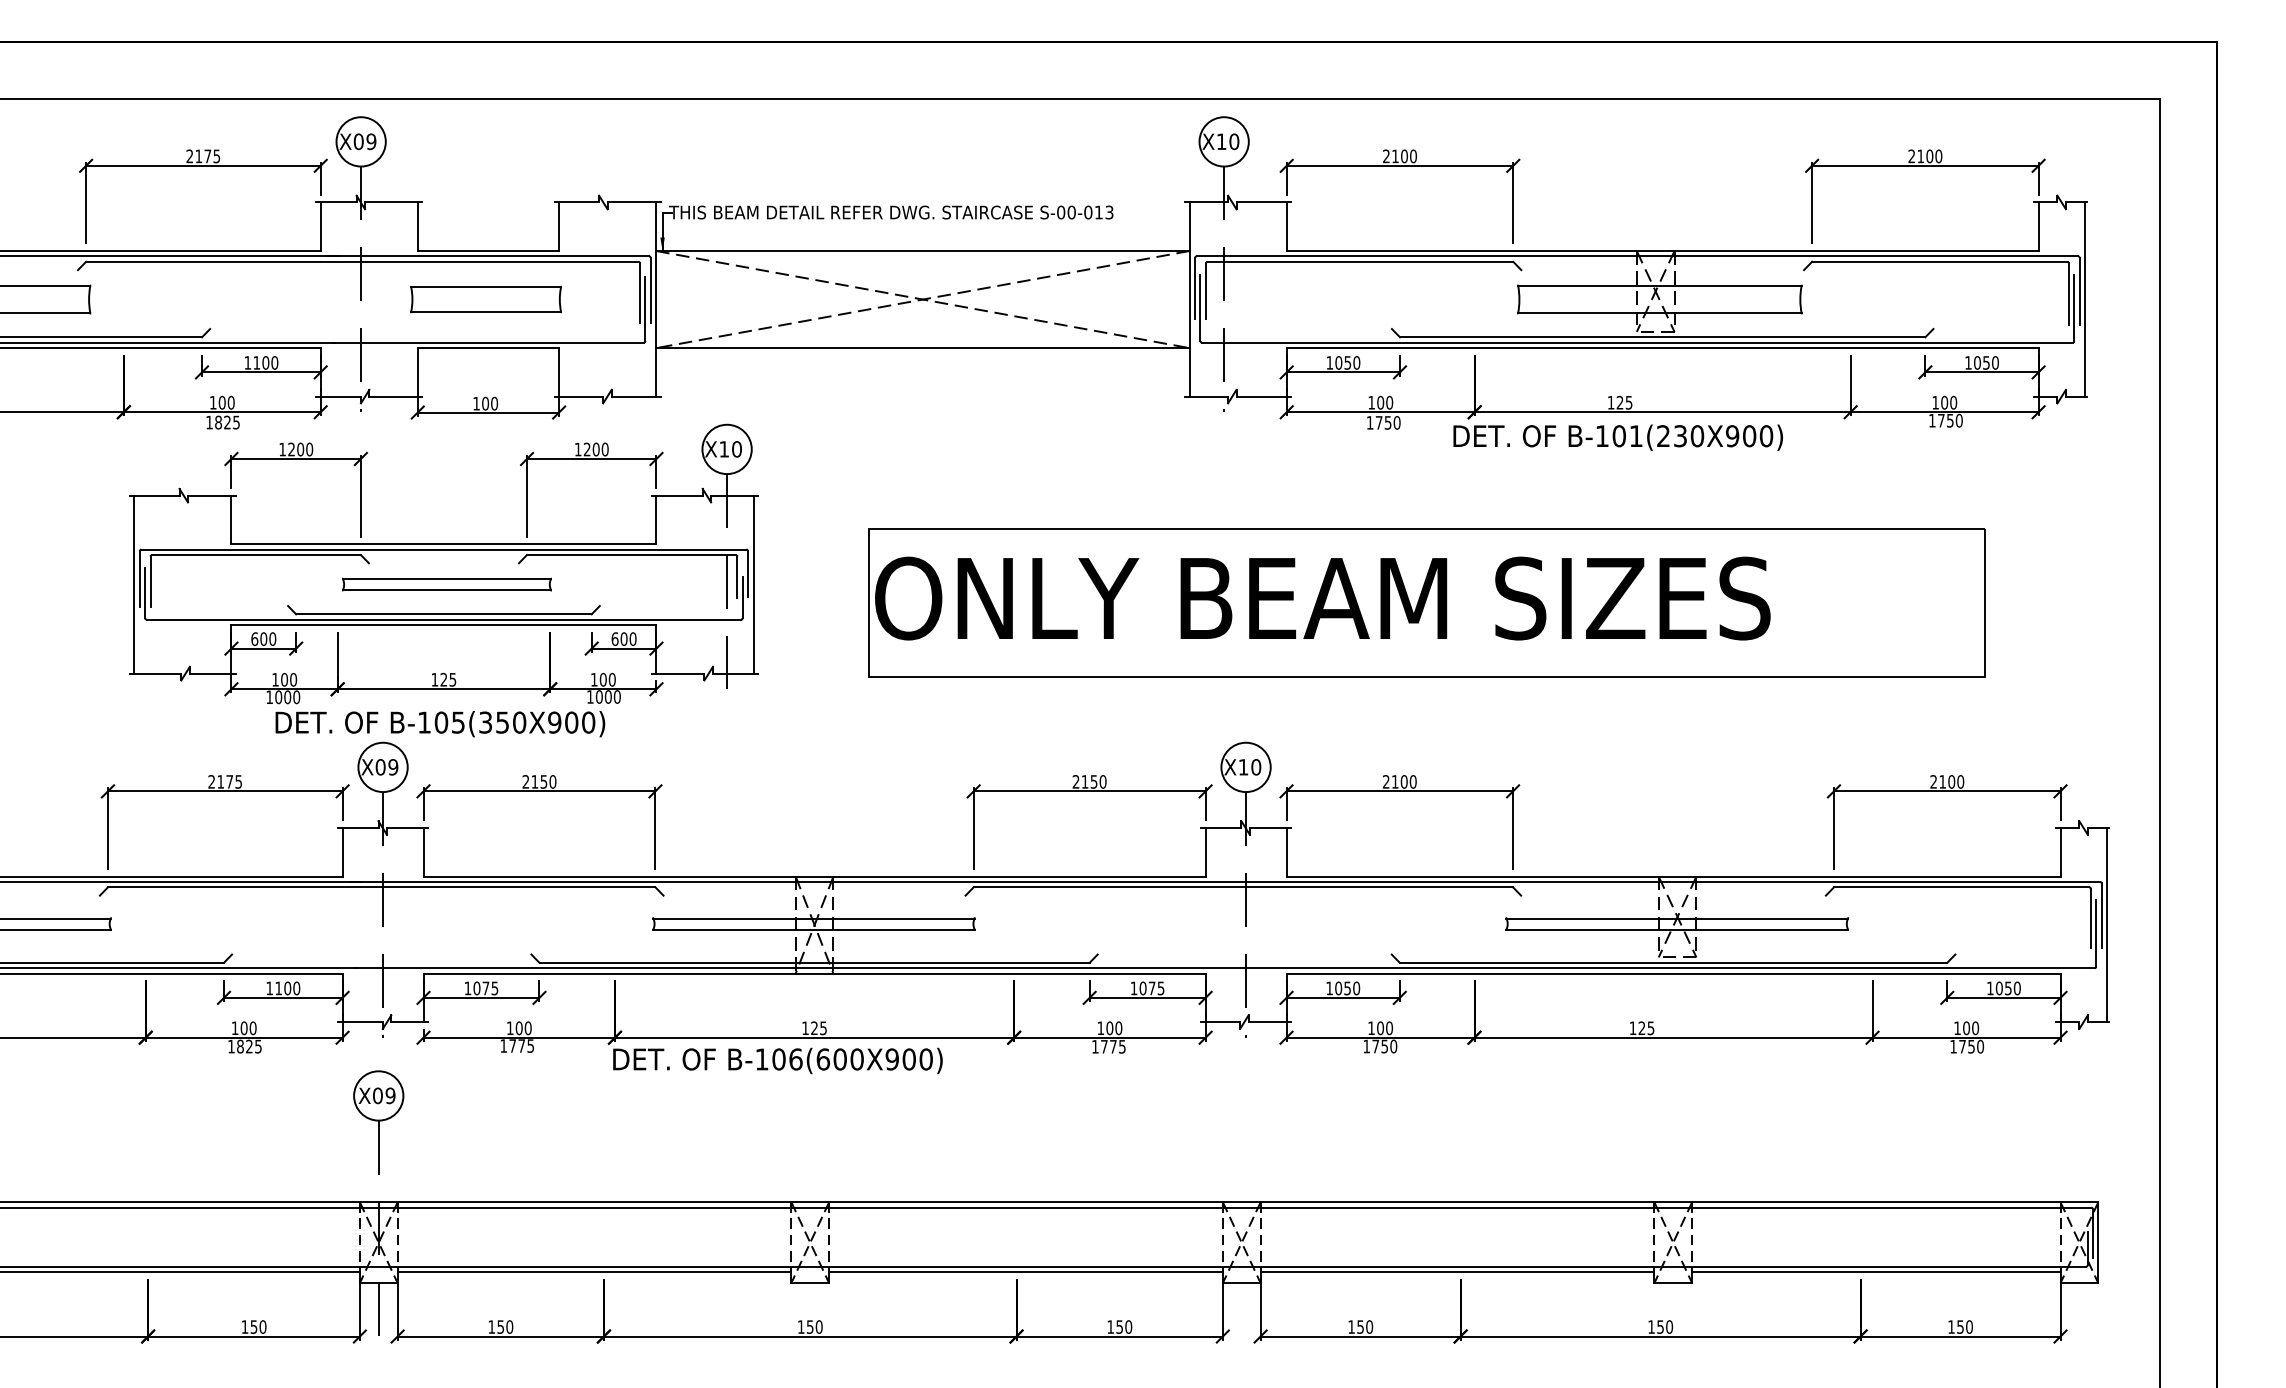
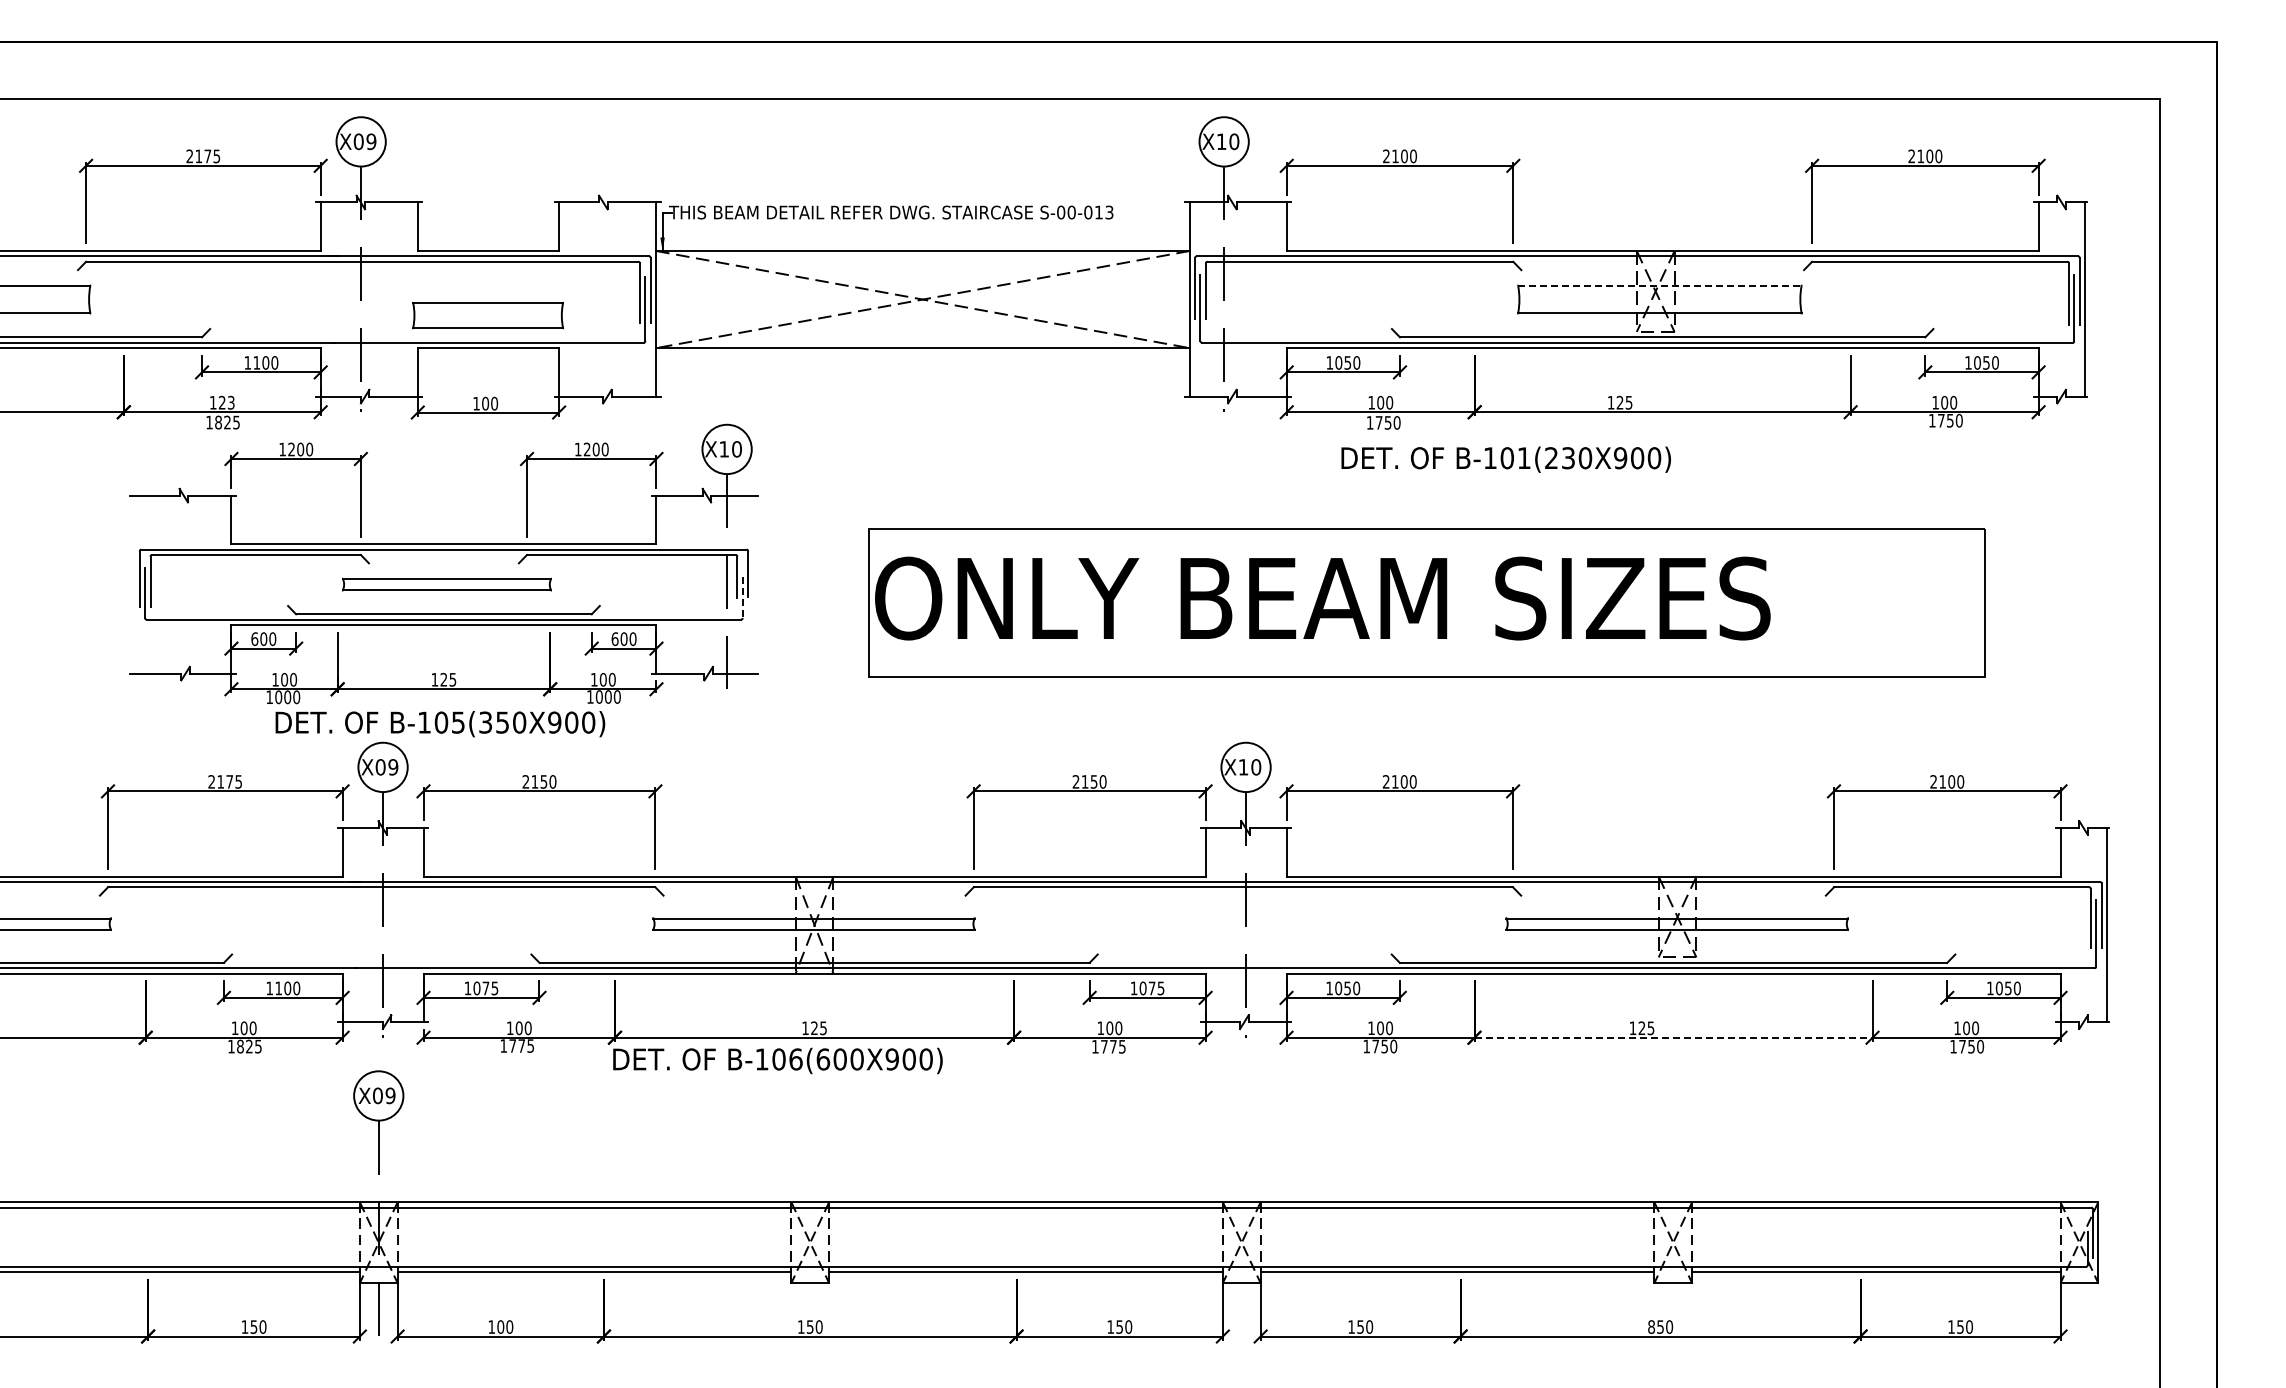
line at (1659, 285): solid -> dashed
part at (485, 299) position: (485, 299) -> (487, 315)
text at (226, 402): 100 -> 123
text at (1617, 437) position: (1617, 437) -> (1505, 459)
line at (134, 584): present -> none
line at (753, 584): present -> none
line at (742, 597): solid -> dashed
line at (1674, 1037): solid -> dashed
text at (500, 1326): 150 -> 100
text at (1651, 1326): 150 -> 850
